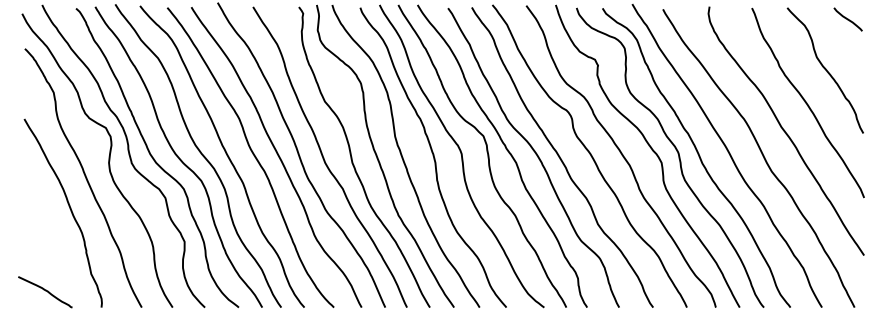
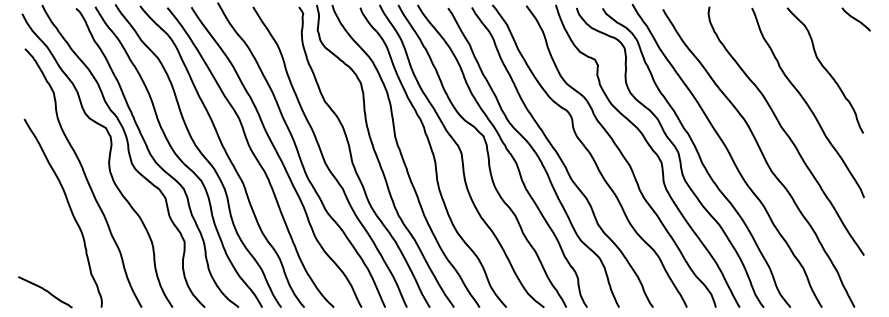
line at (847, 19) position: (847, 19) -> (855, 19)
